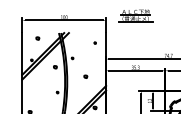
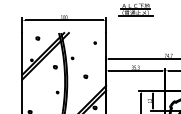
part at (135, 15) position: (135, 15) -> (135, 9)
